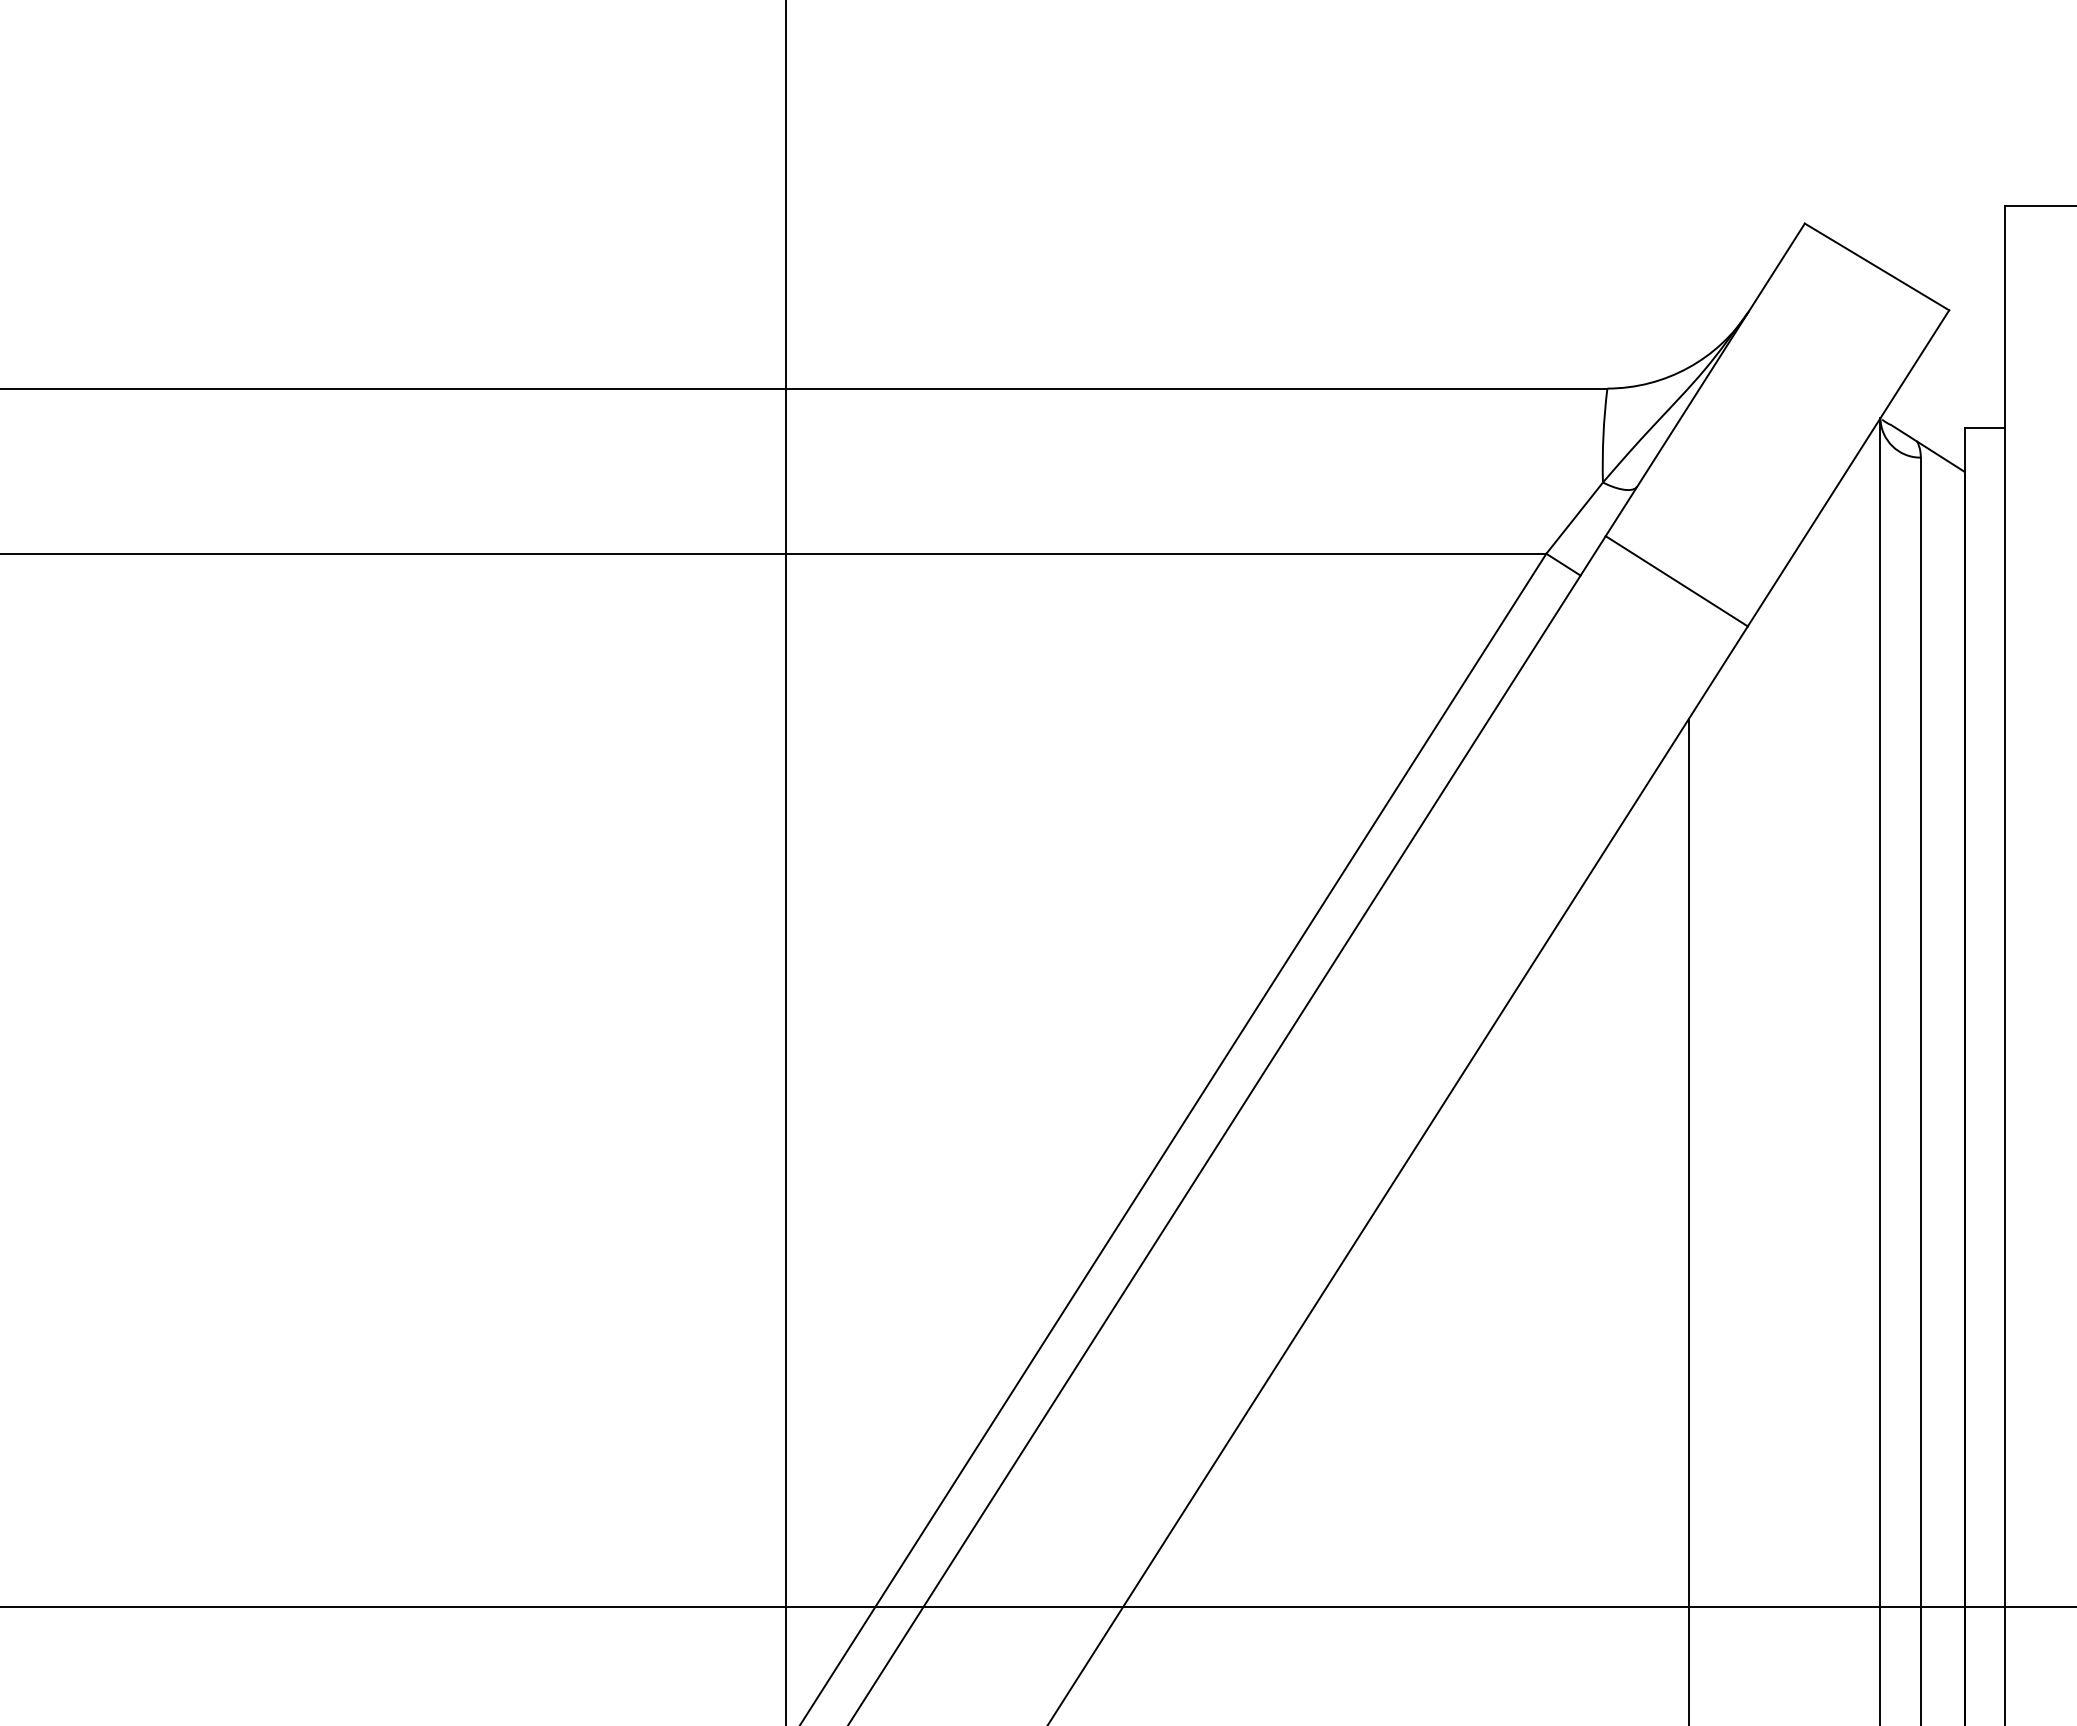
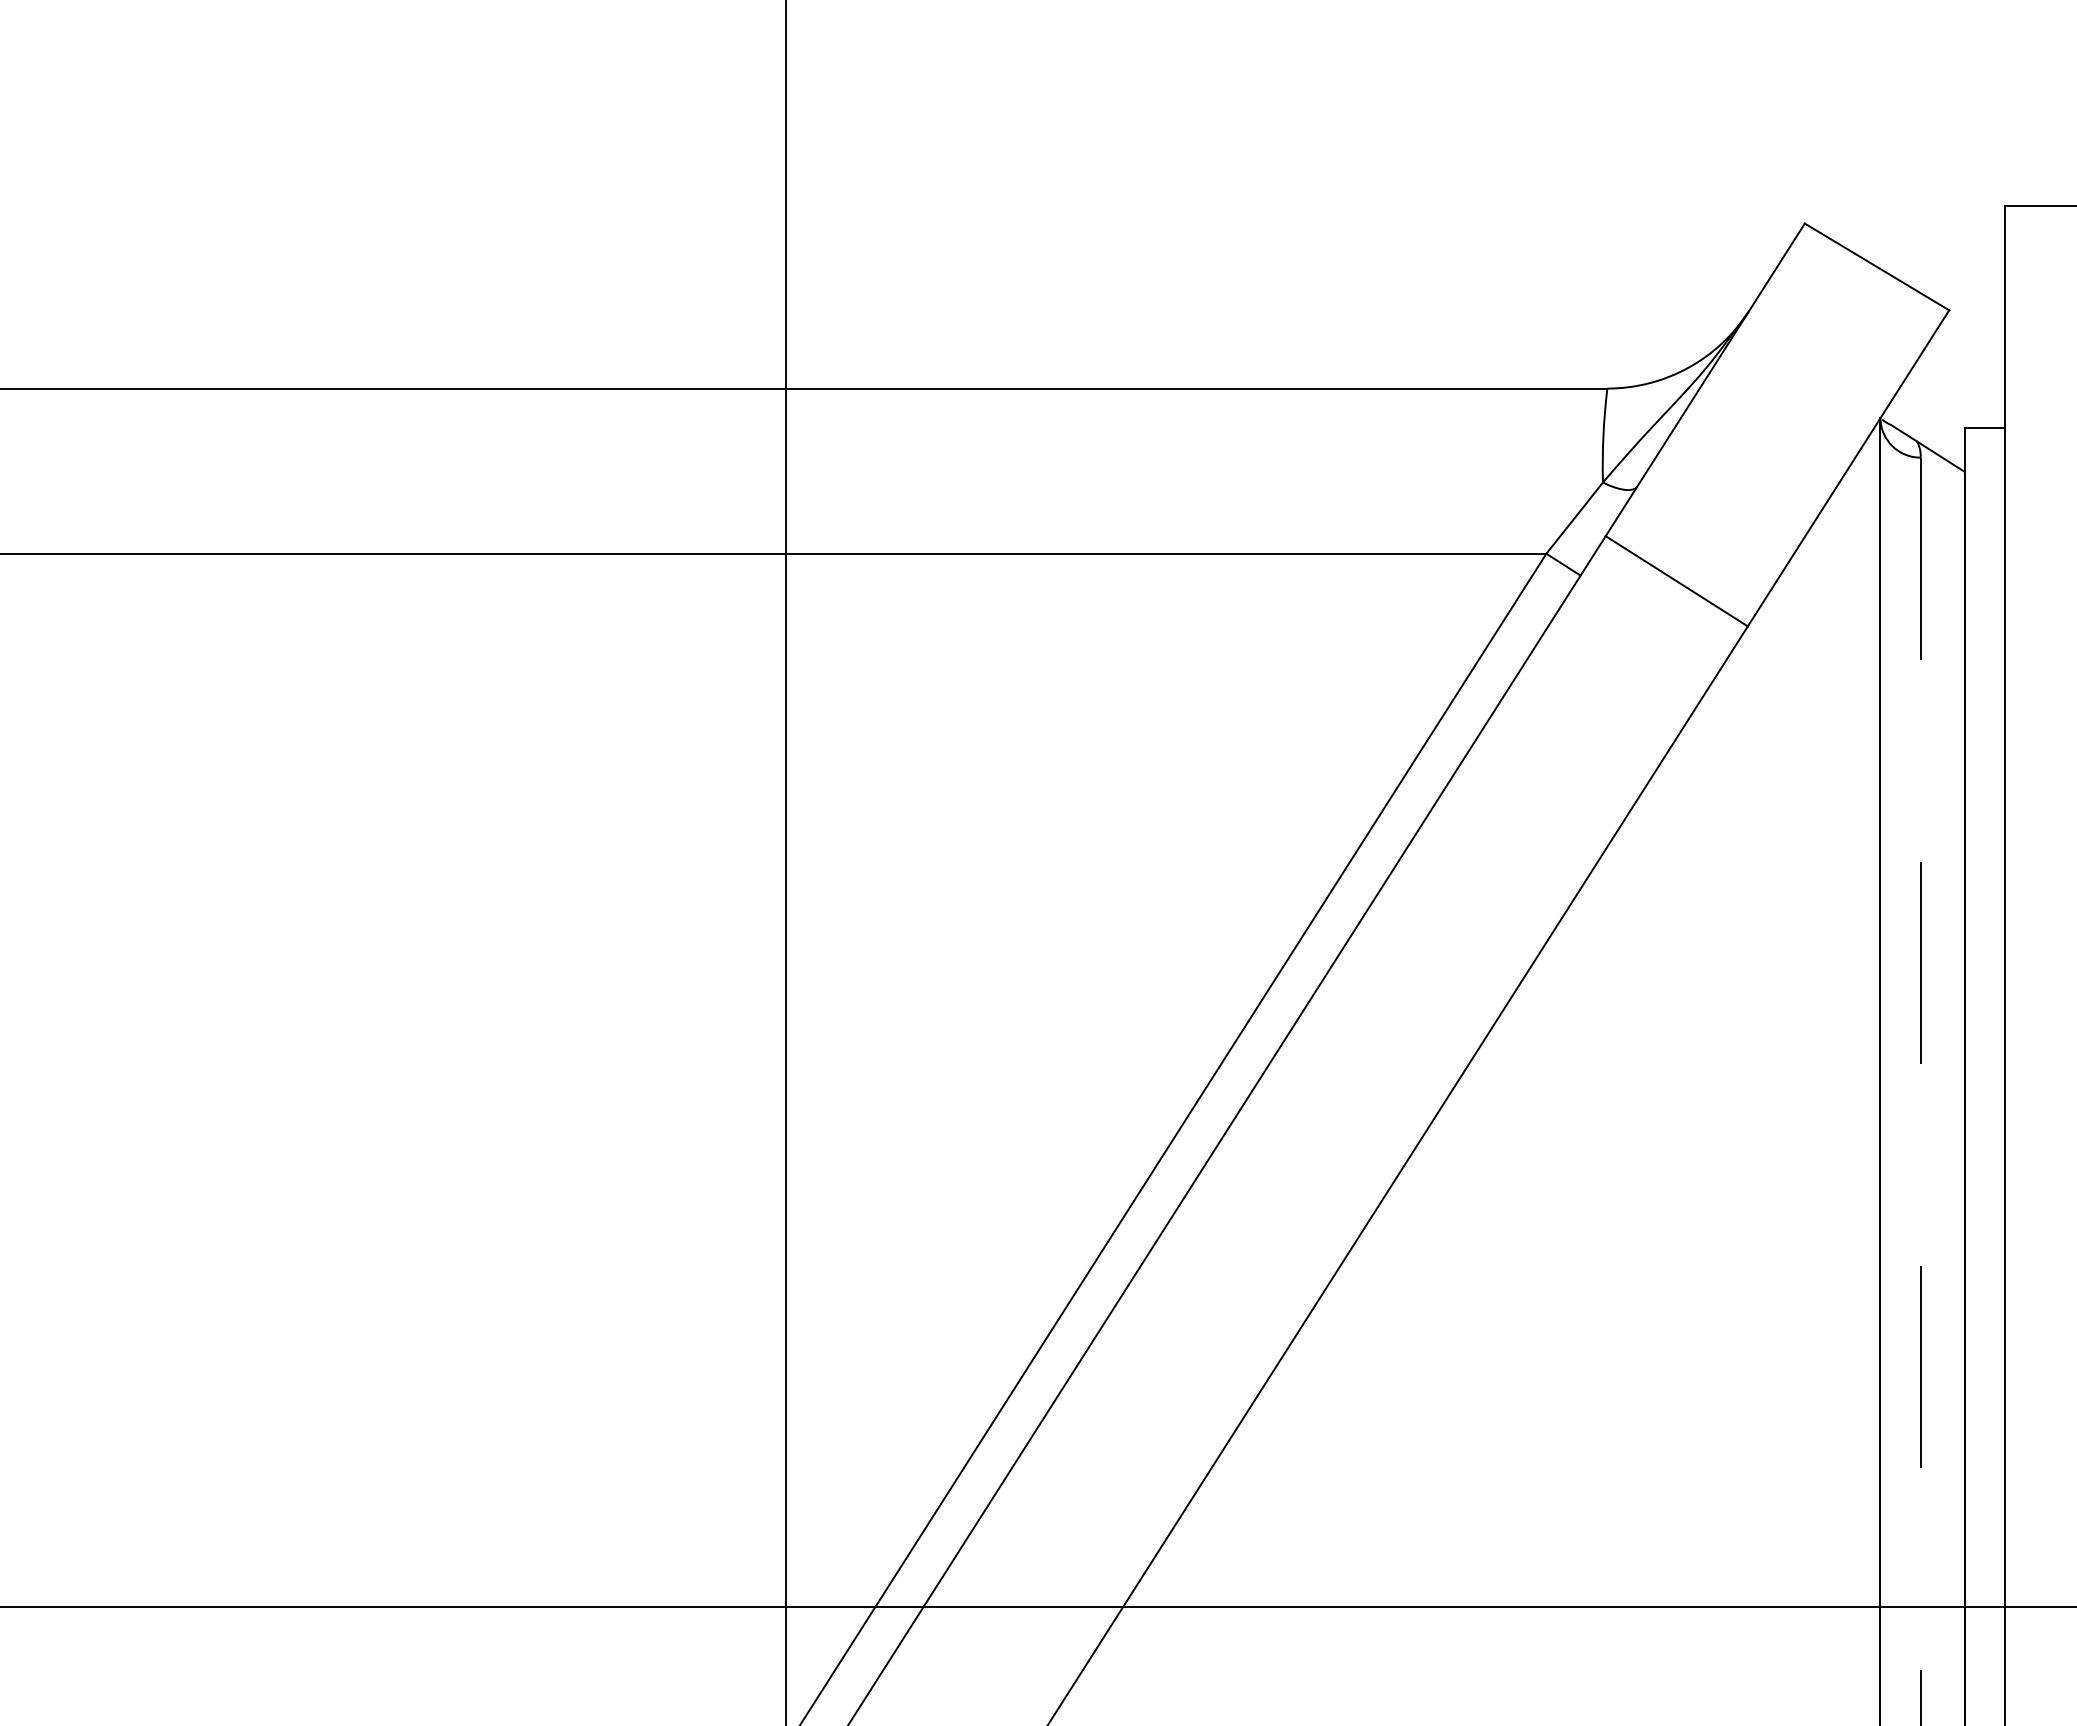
line at (1920, 1091): solid -> dashed
line at (1688, 1220): present -> none
